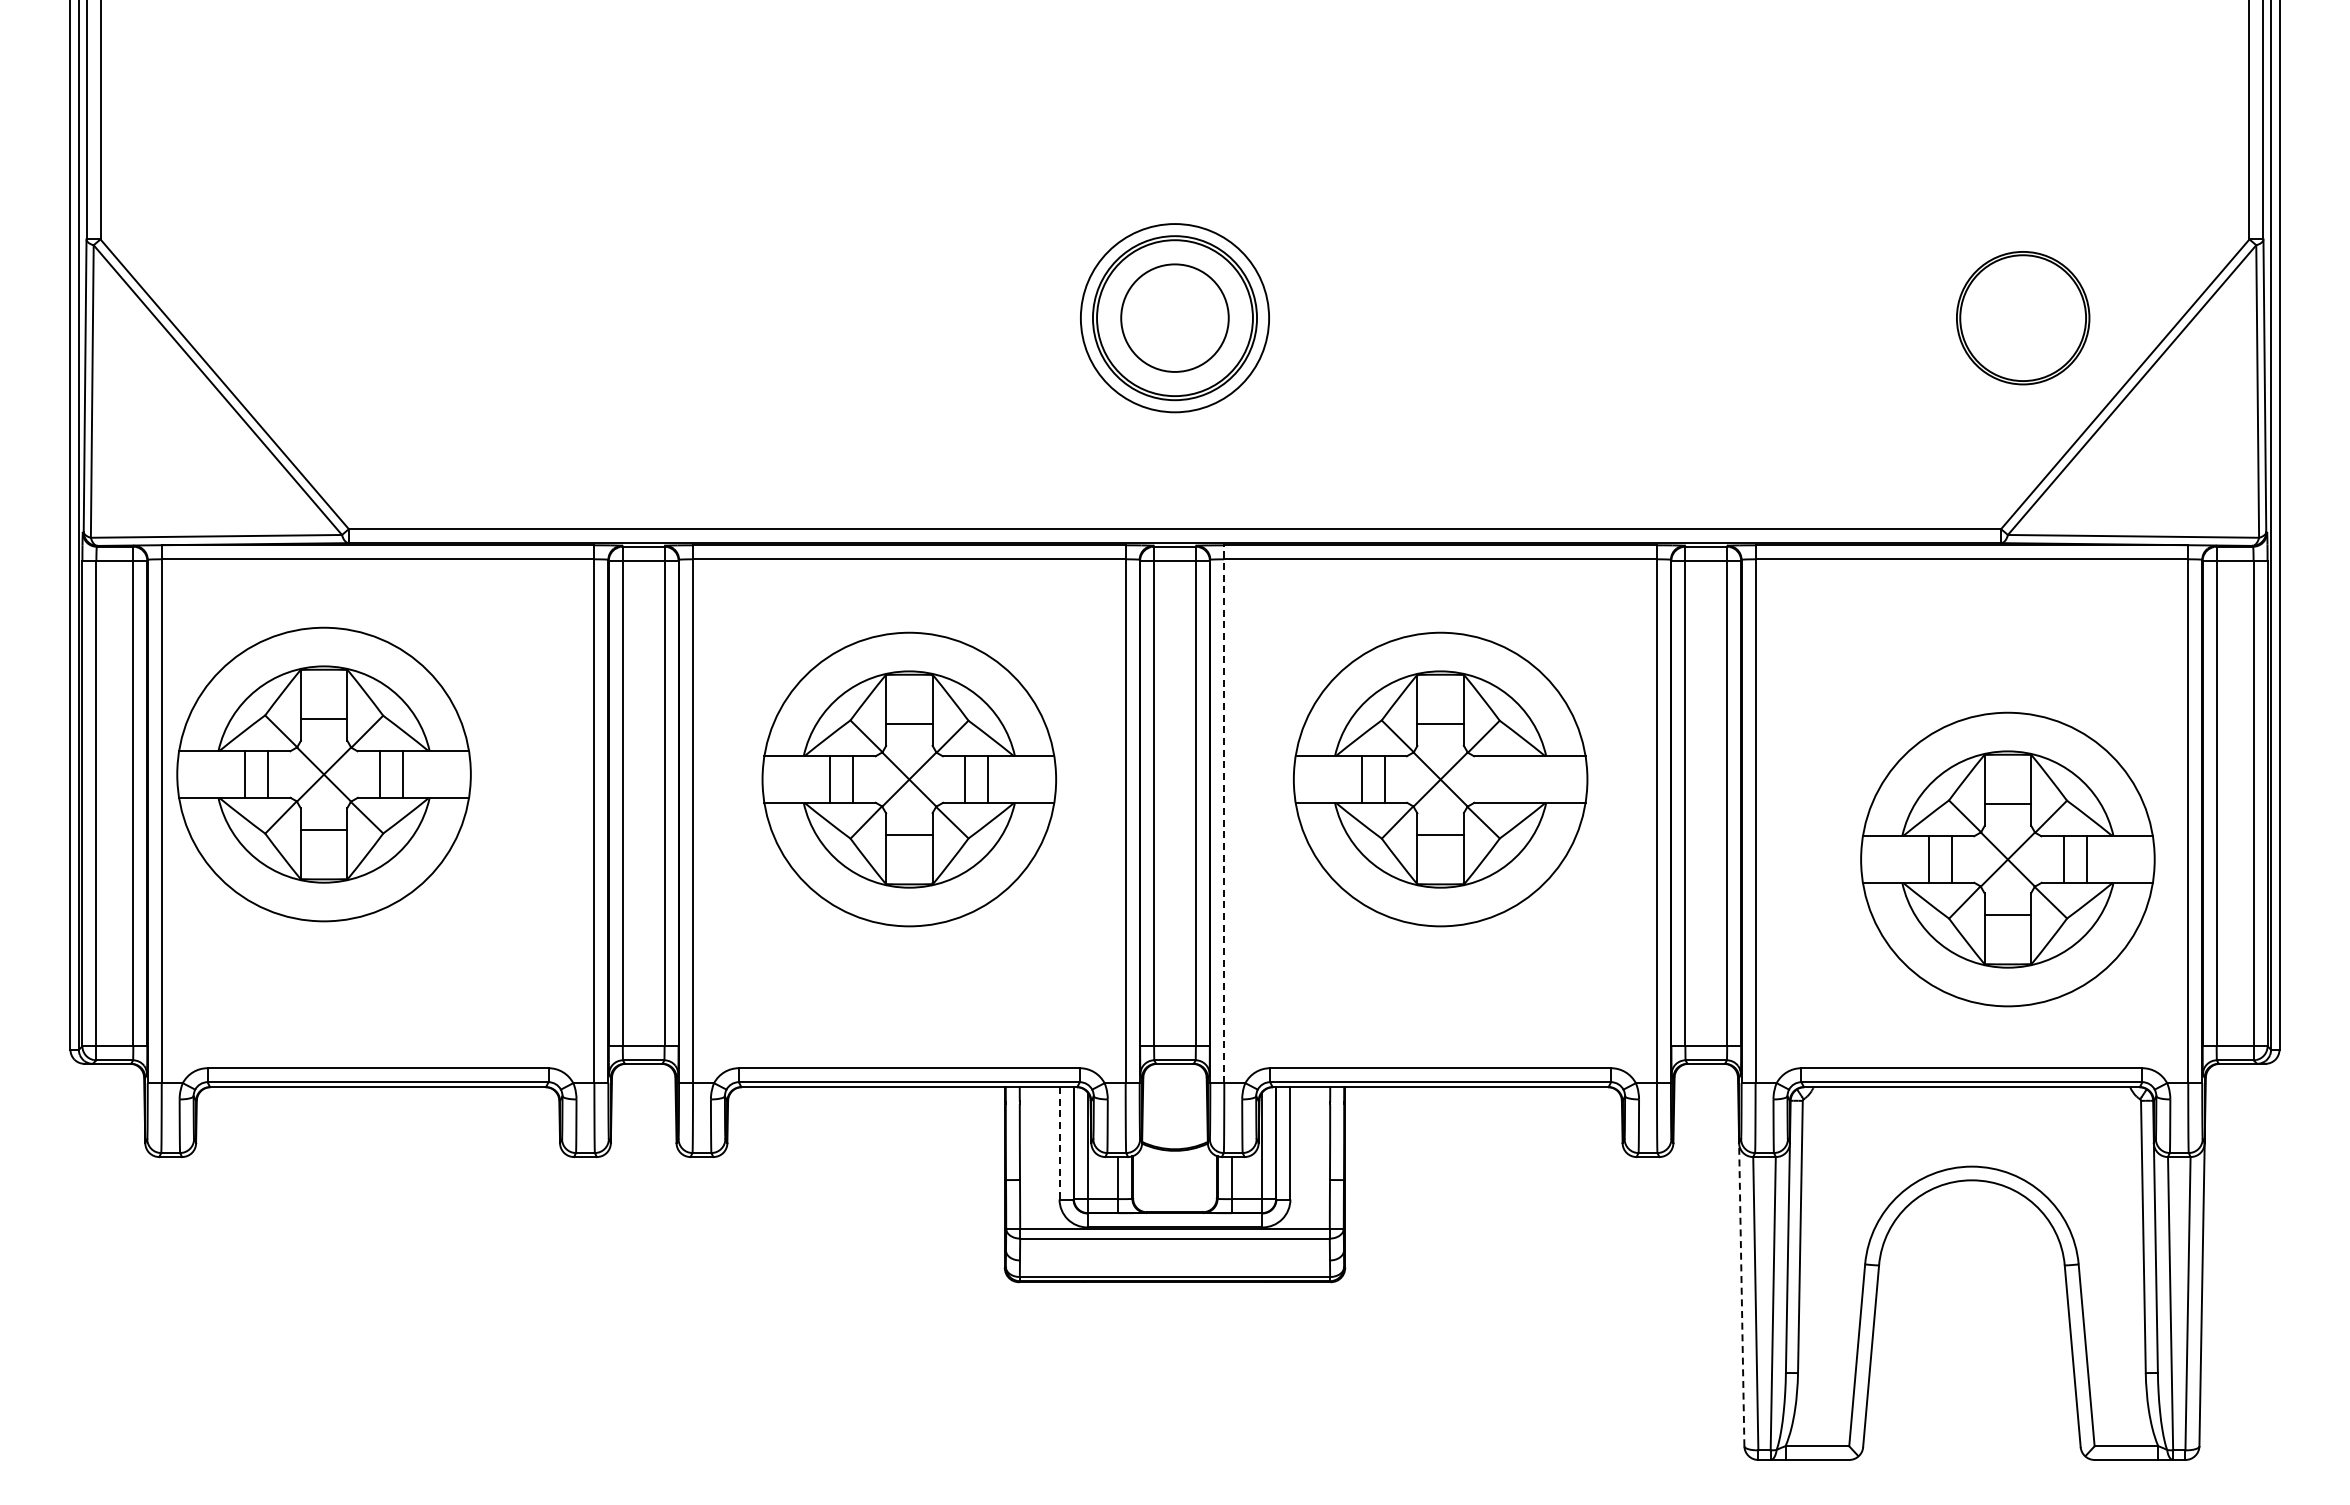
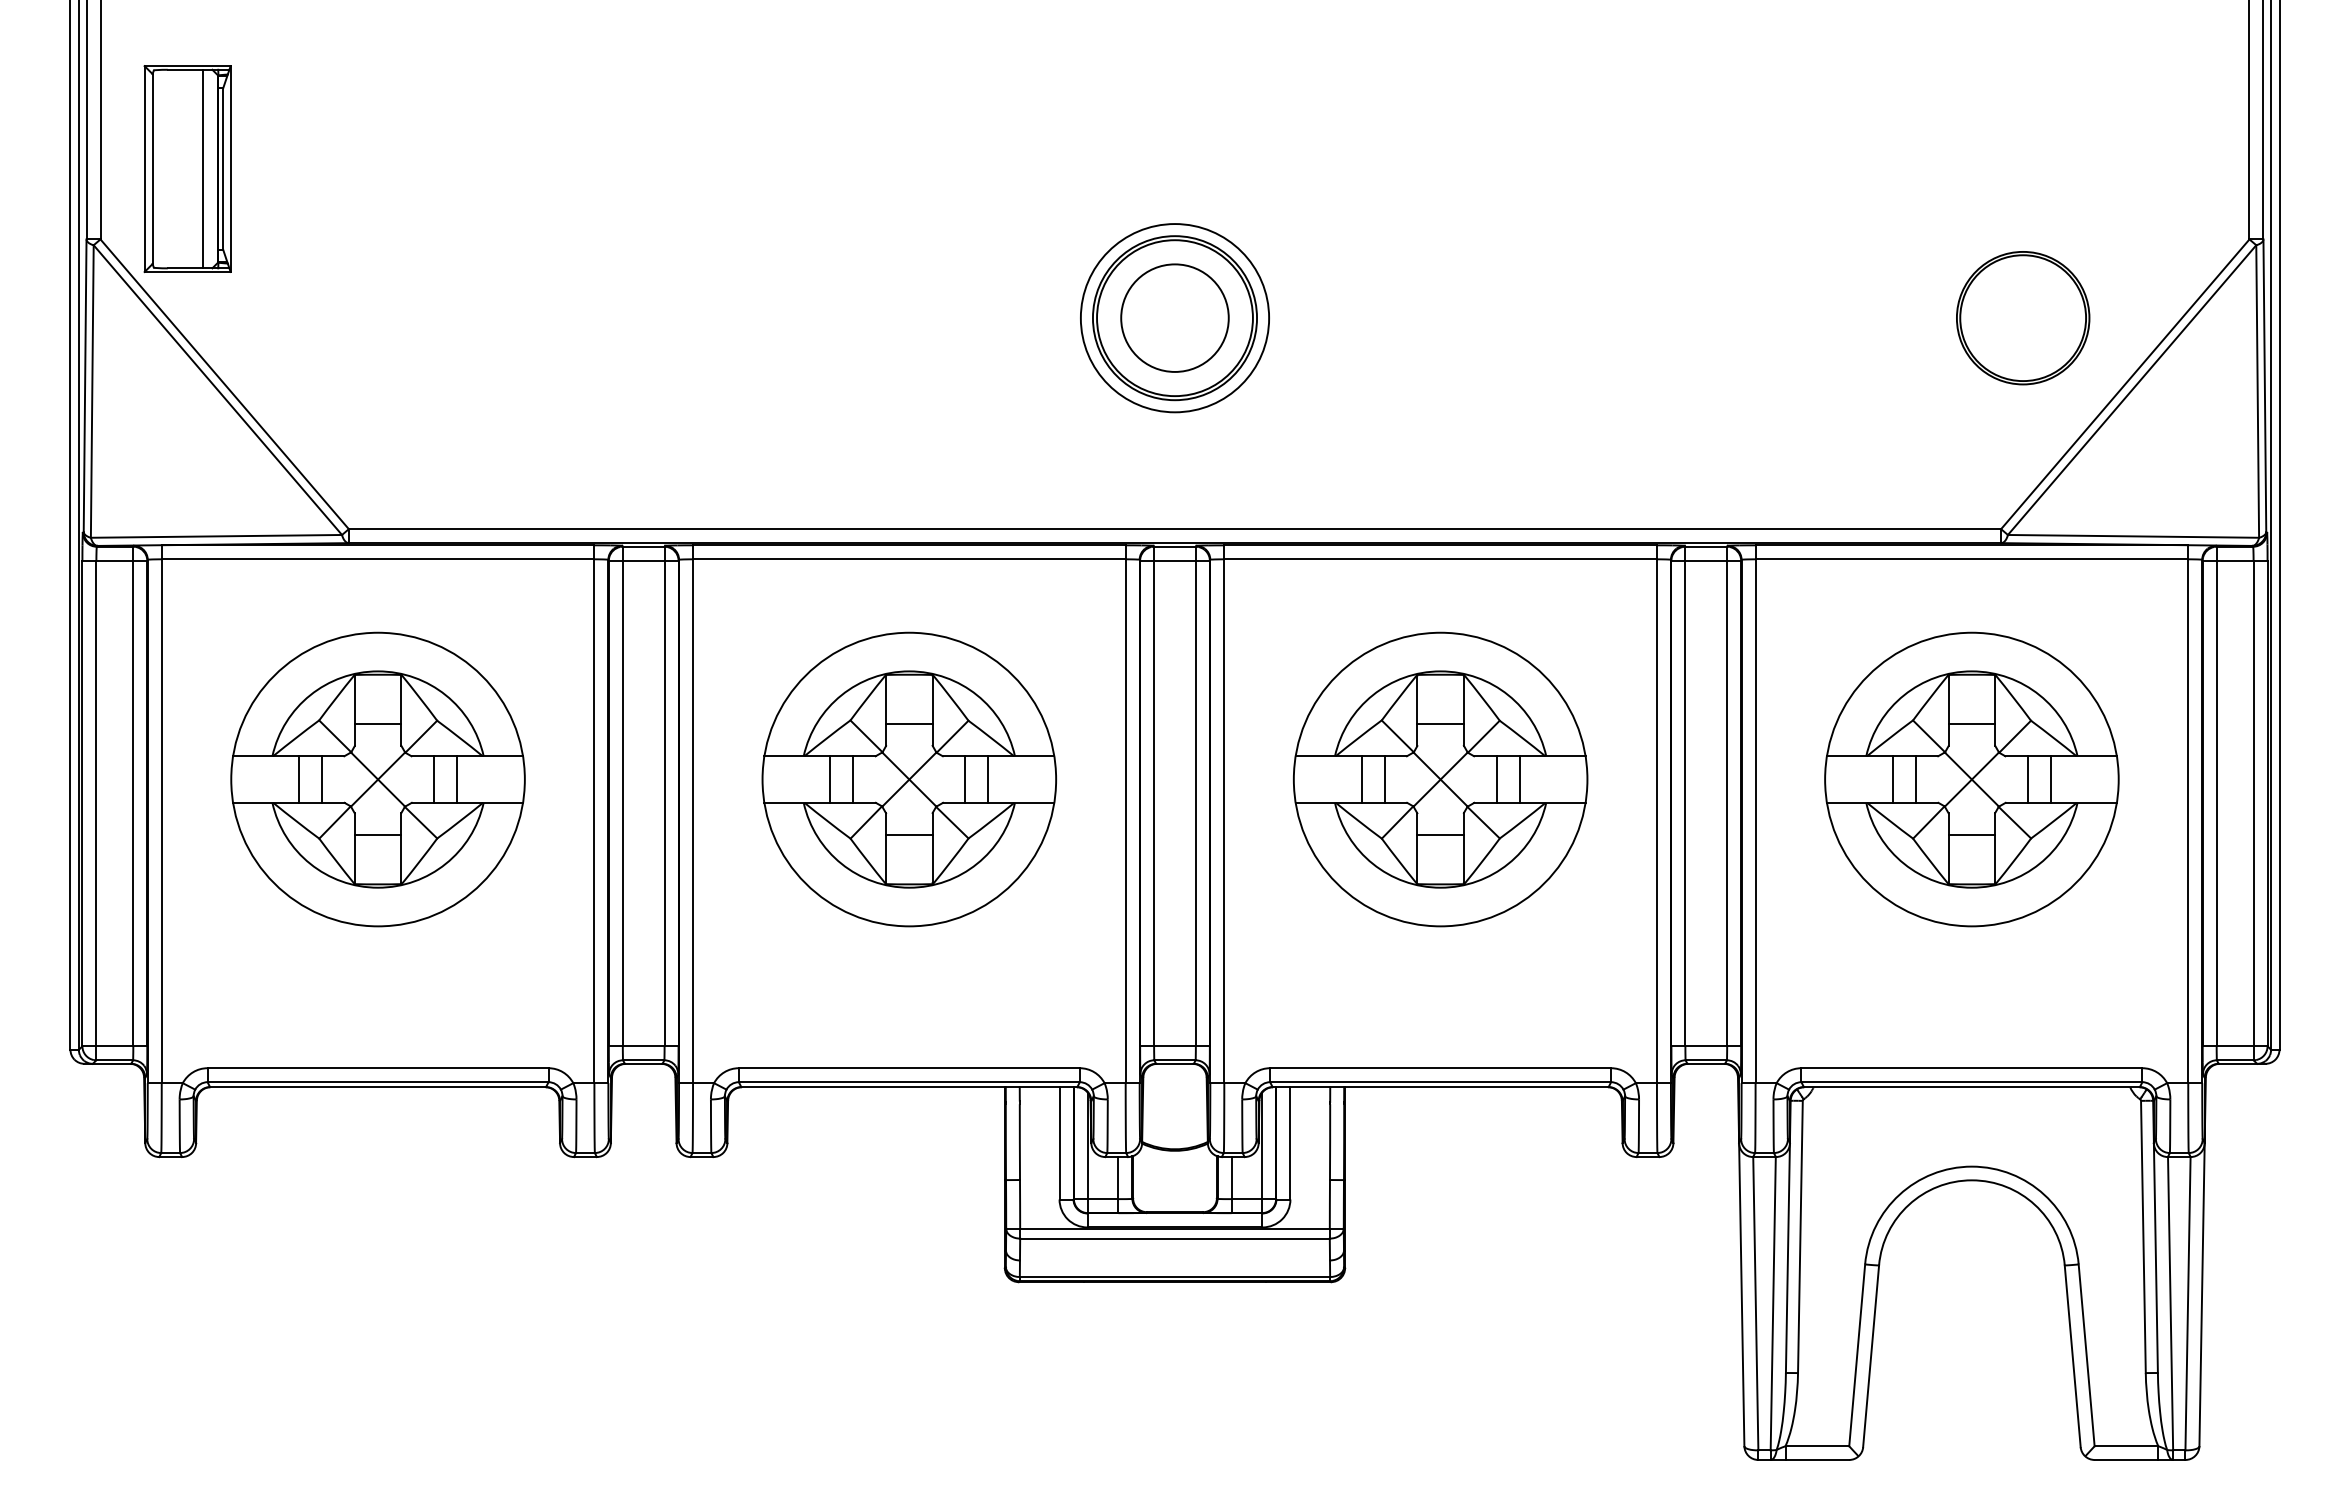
part at (187, 169): none -> present
part at (323, 774) position: (323, 774) -> (377, 779)
line at (1496, 779): none -> present
line at (1519, 779): none -> present
line at (1224, 814): dashed -> solid
part at (2007, 859) position: (2007, 859) -> (1971, 779)
line at (1059, 1143): dashed -> solid
line at (1741, 1294): dashed -> solid
